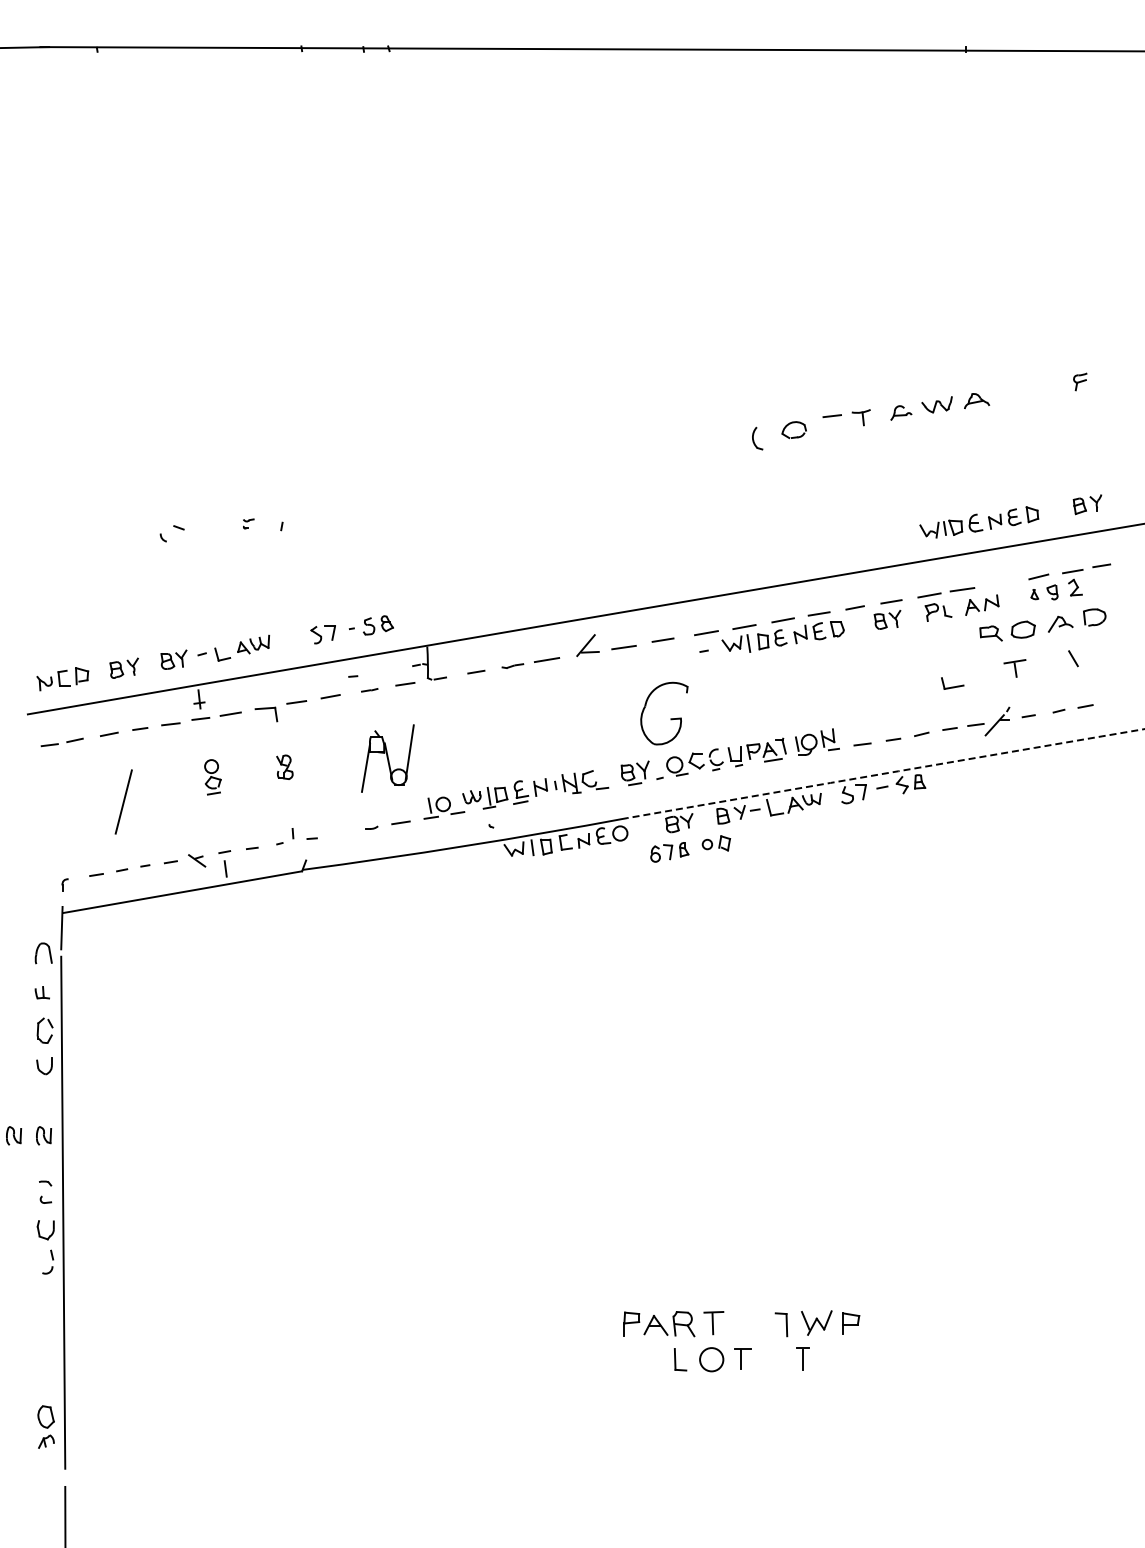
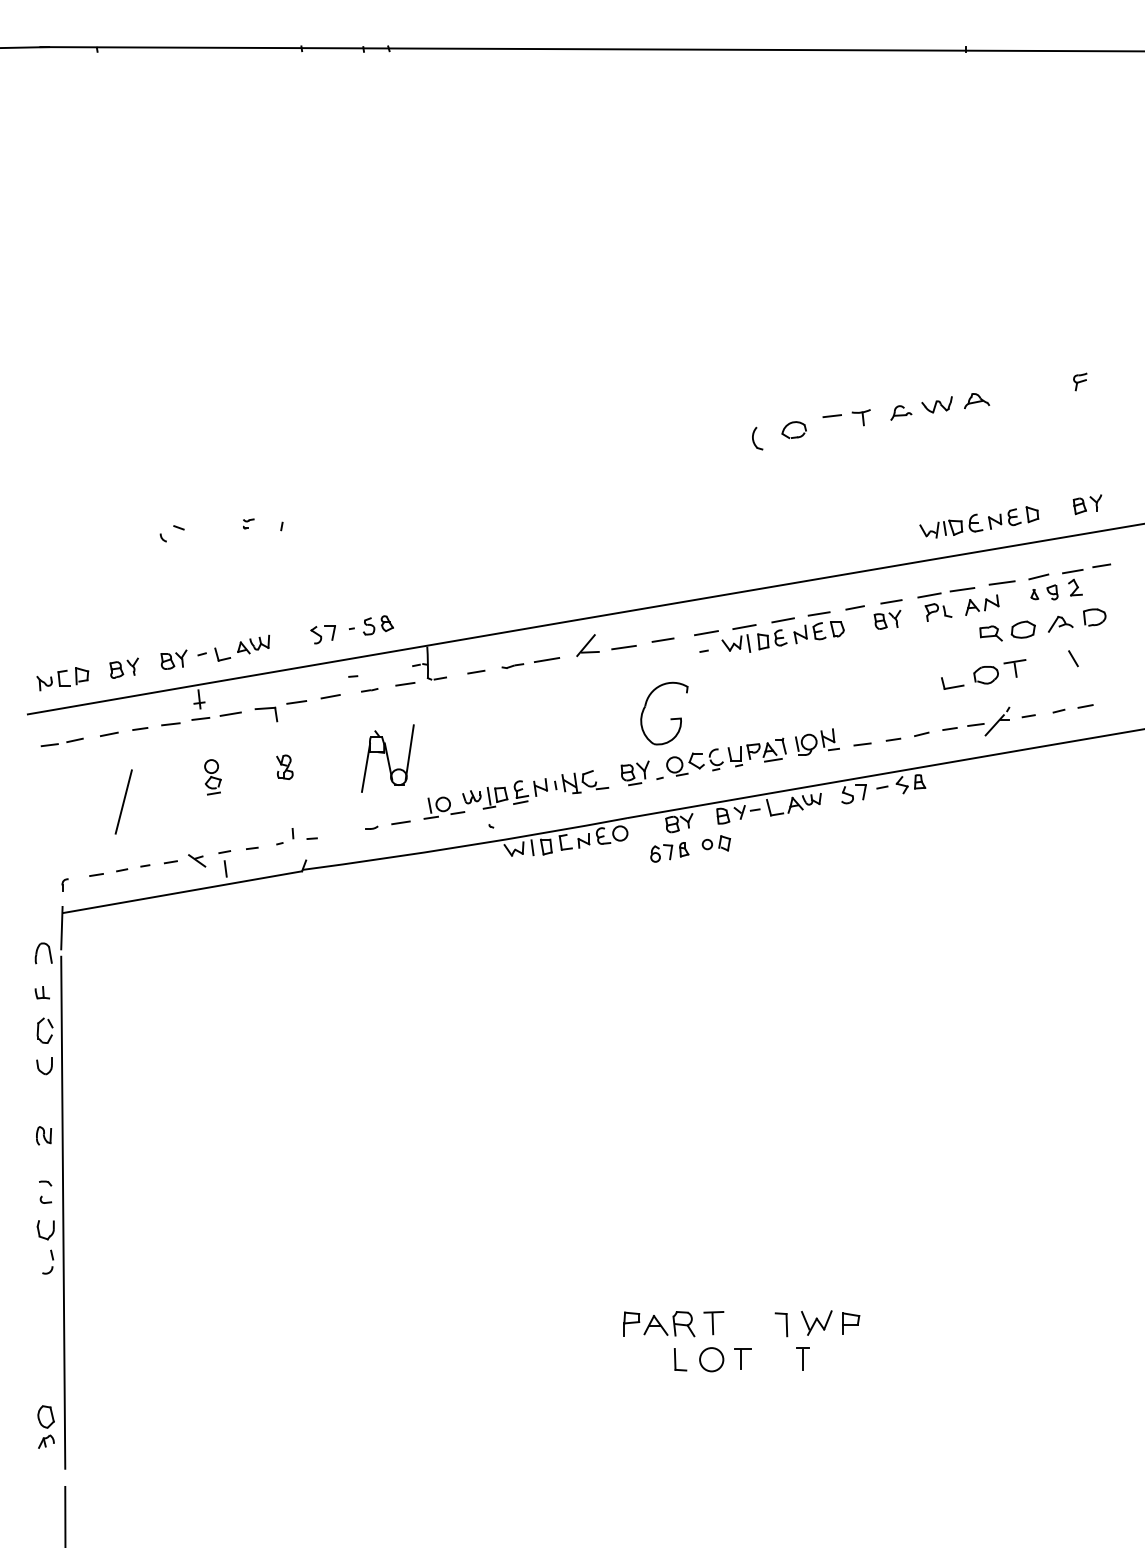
line at (1001, 582): none -> present
part at (985, 675): none -> present
arc at (885, 773): dashed -> solid
part at (14, 1135): present -> none
